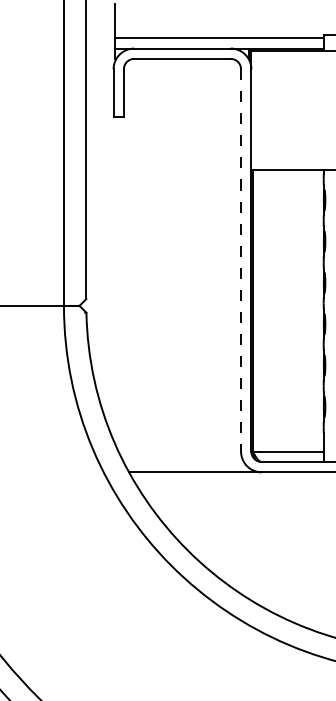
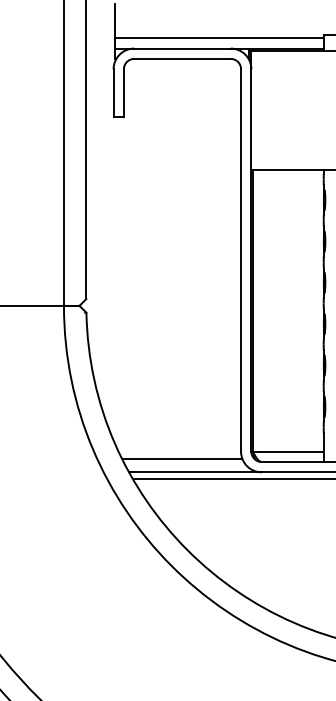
line at (241, 260): dashed -> solid
line at (181, 458): none -> present
line at (232, 479): none -> present
